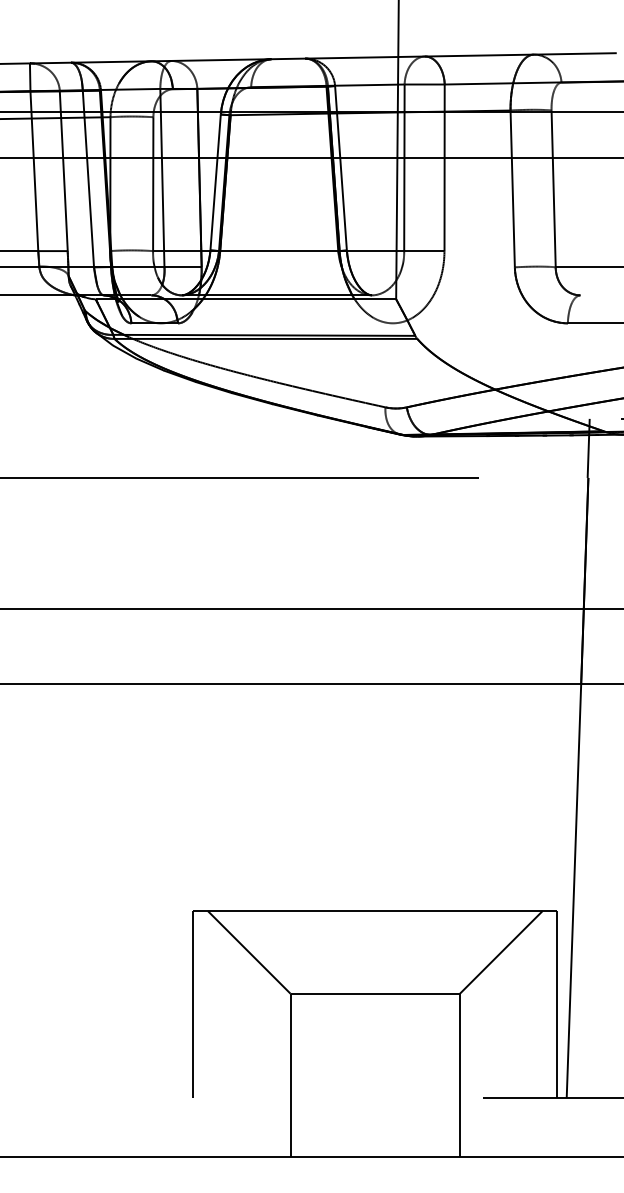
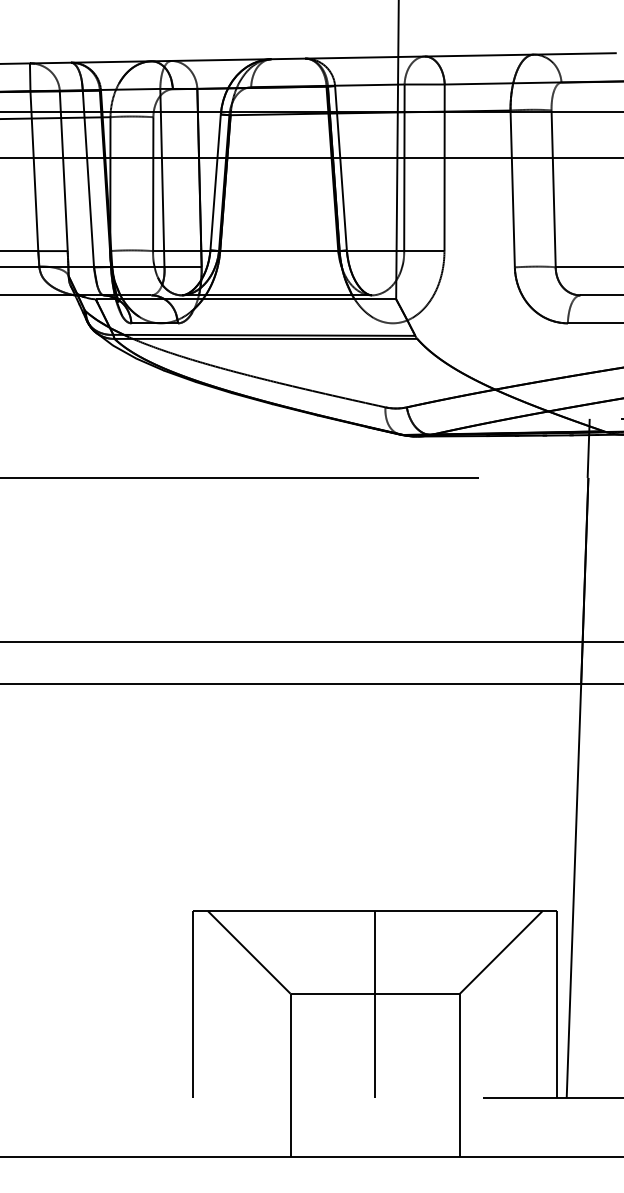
line at (600, 295): none -> present
line at (311, 609) position: (311, 609) -> (311, 642)
line at (375, 1004): none -> present
